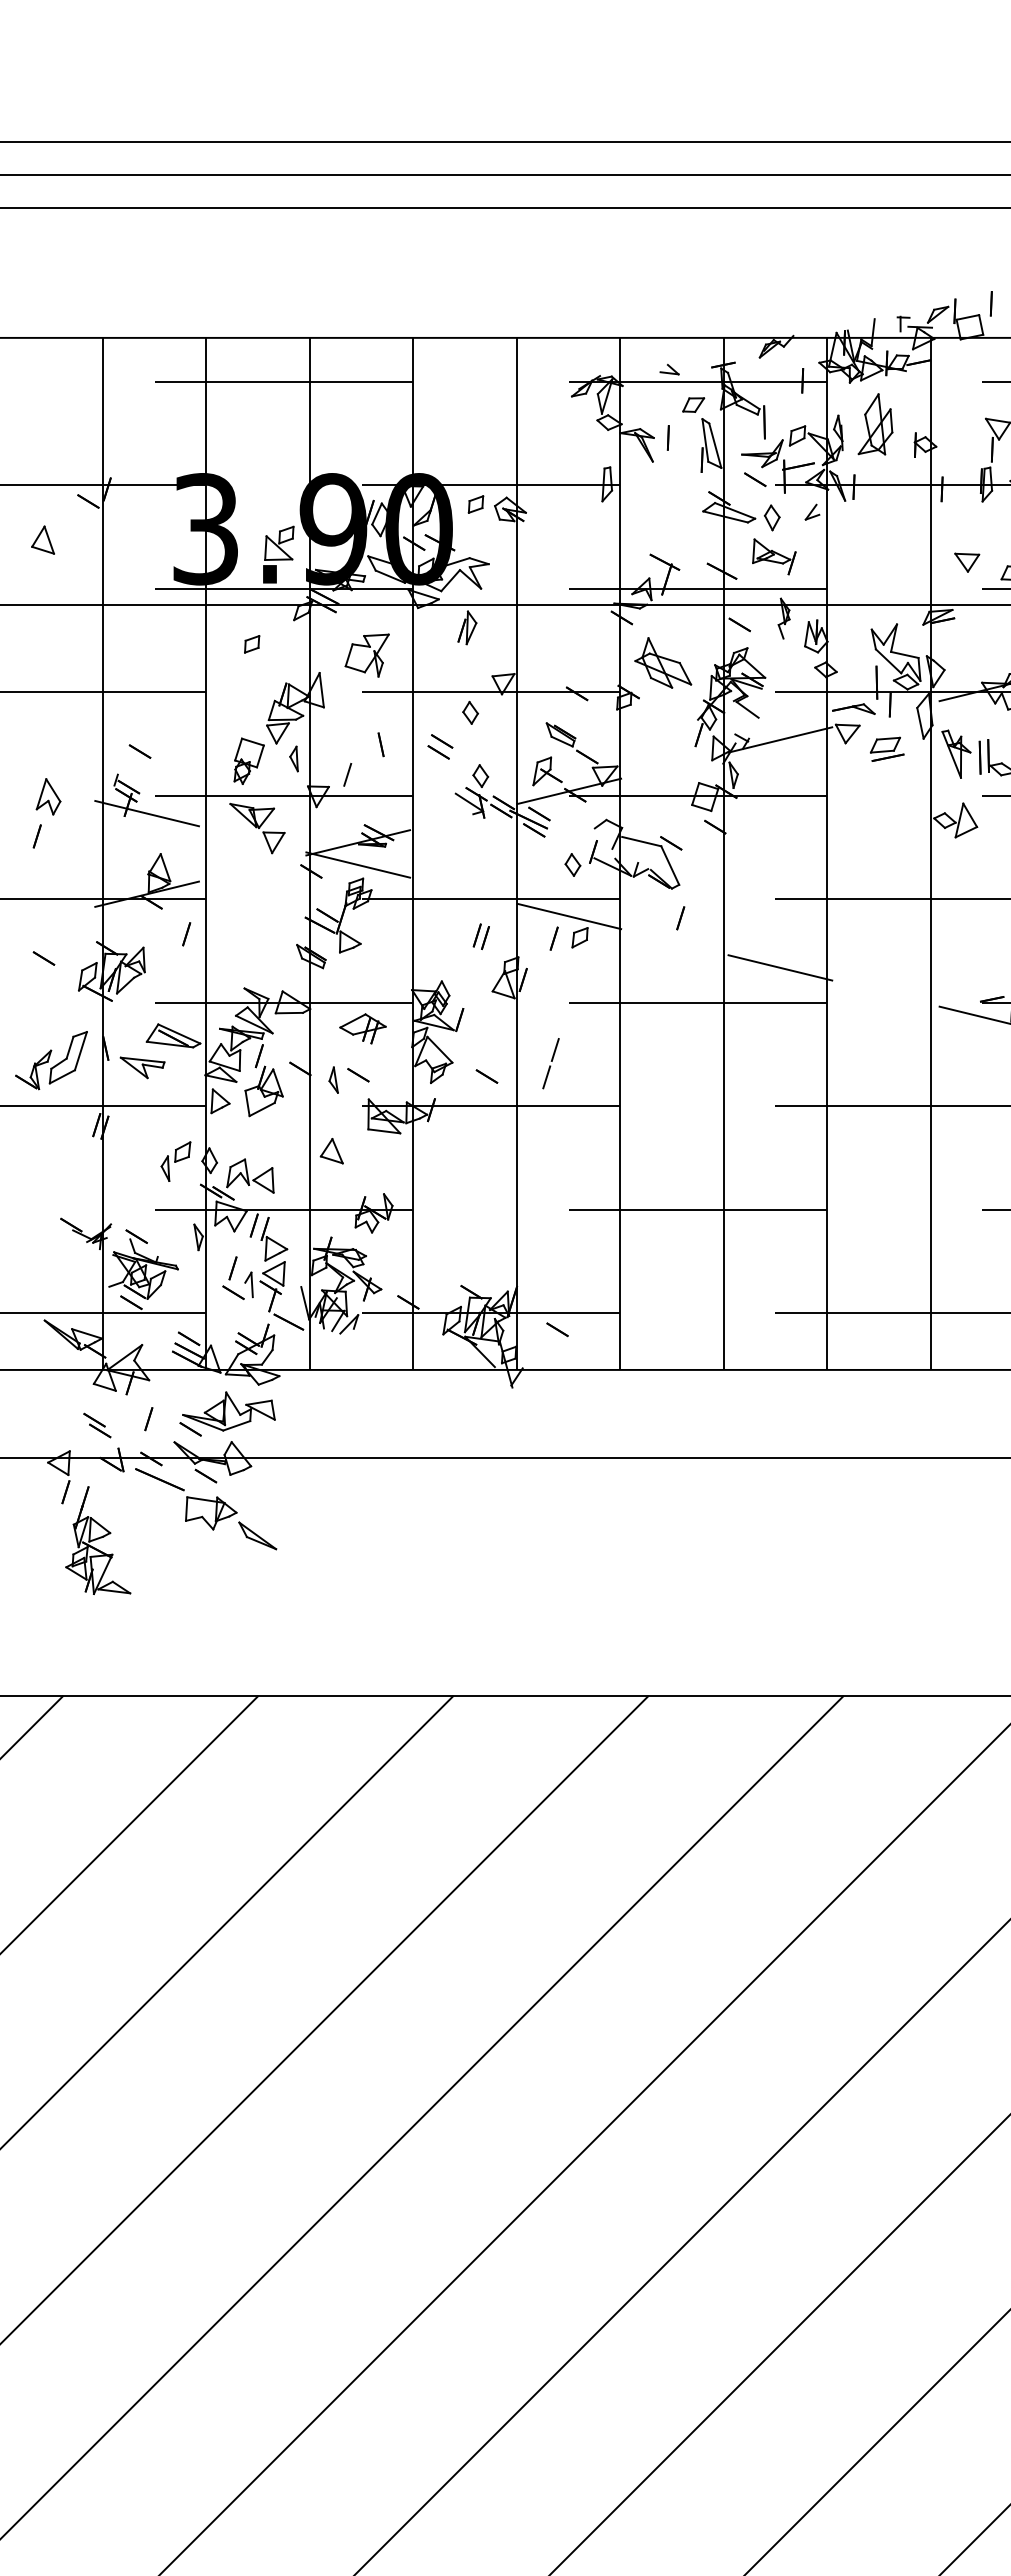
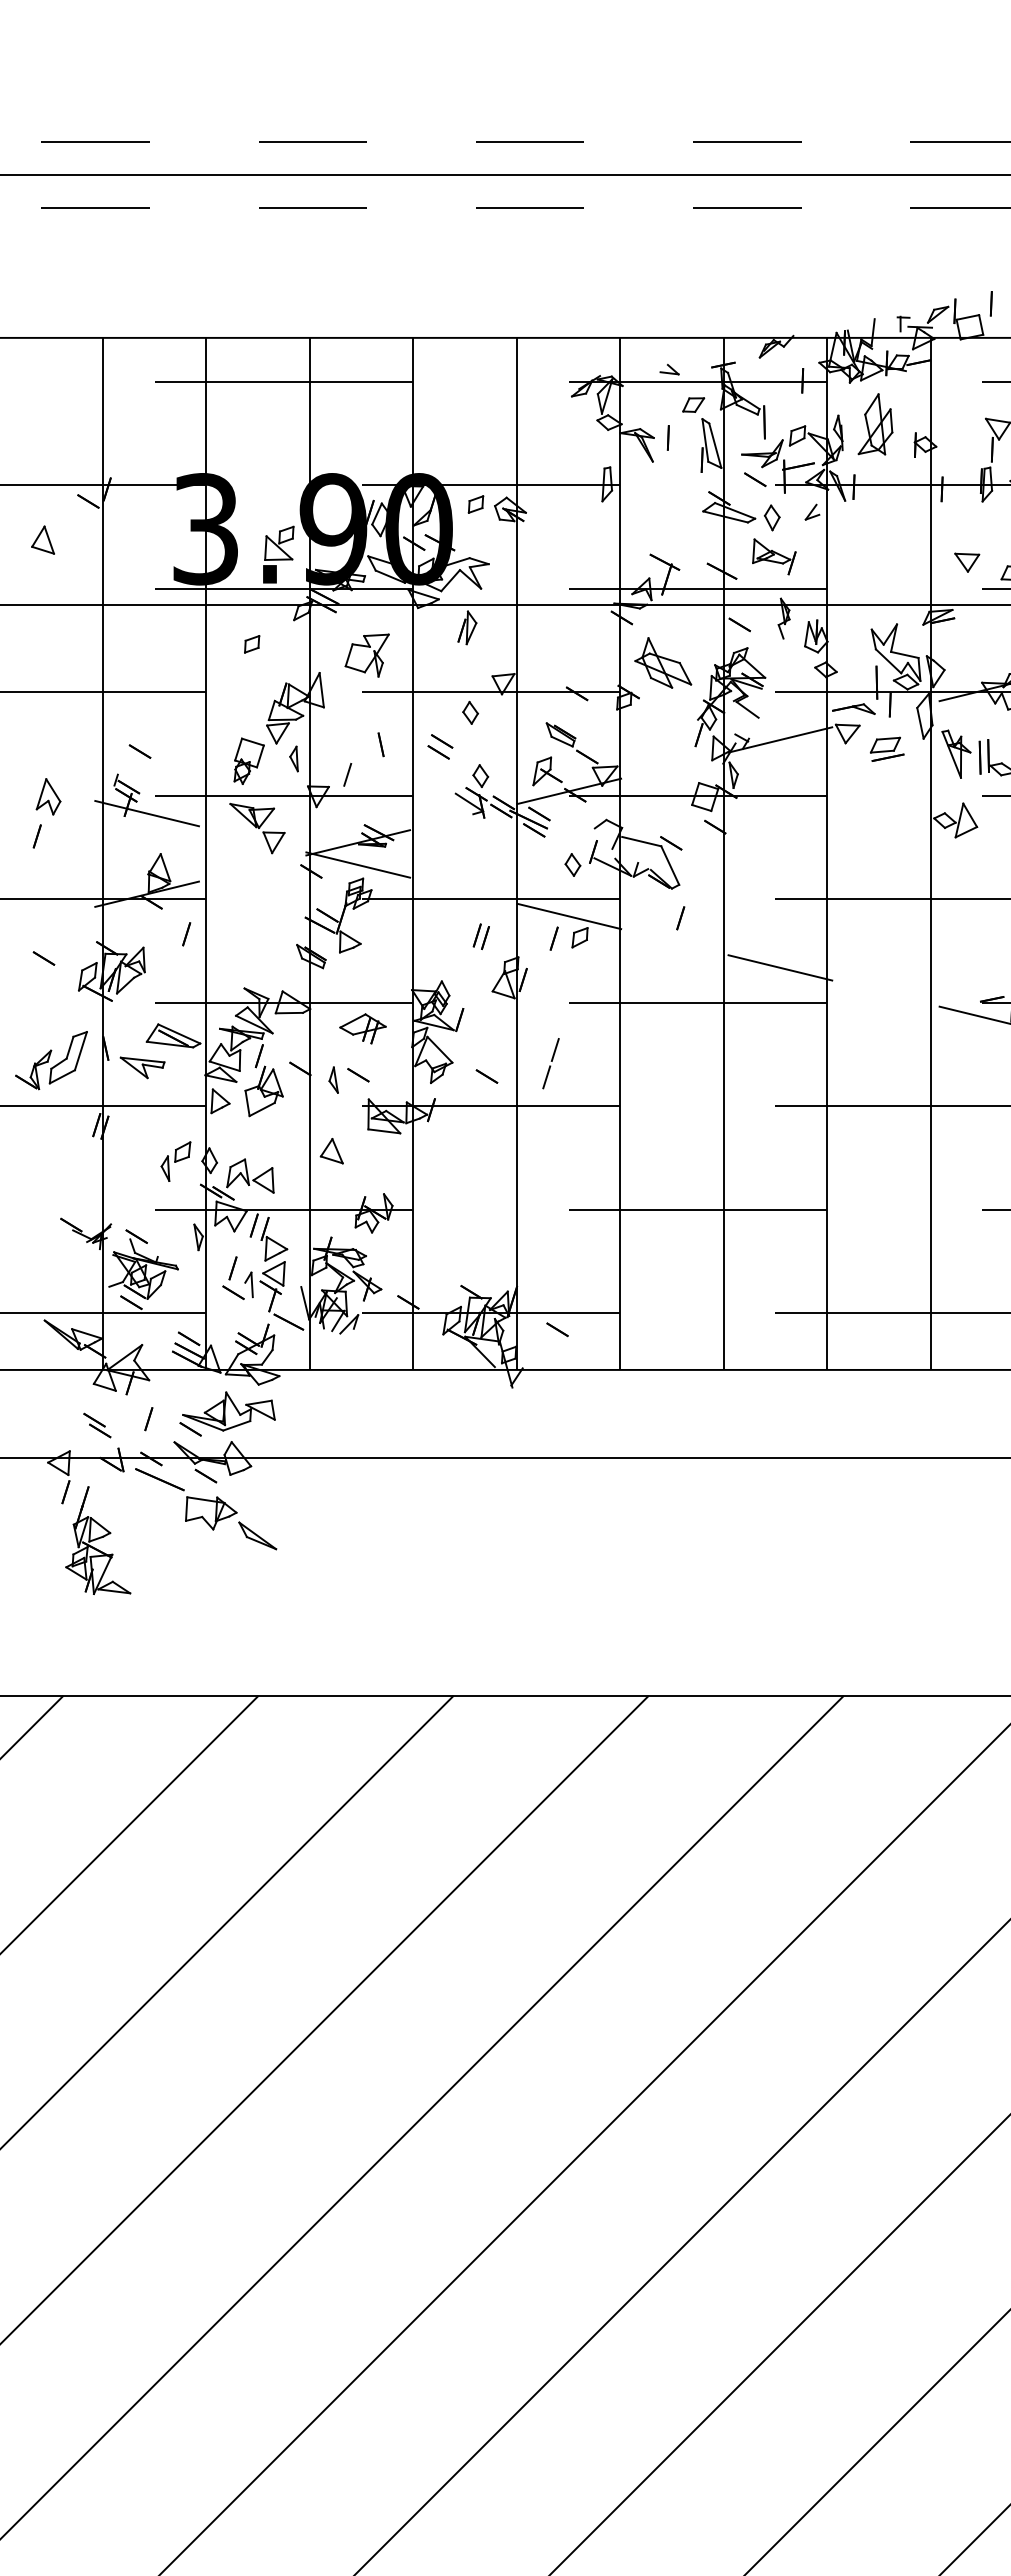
line at (504, 142): solid -> dashed
line at (504, 207): solid -> dashed
